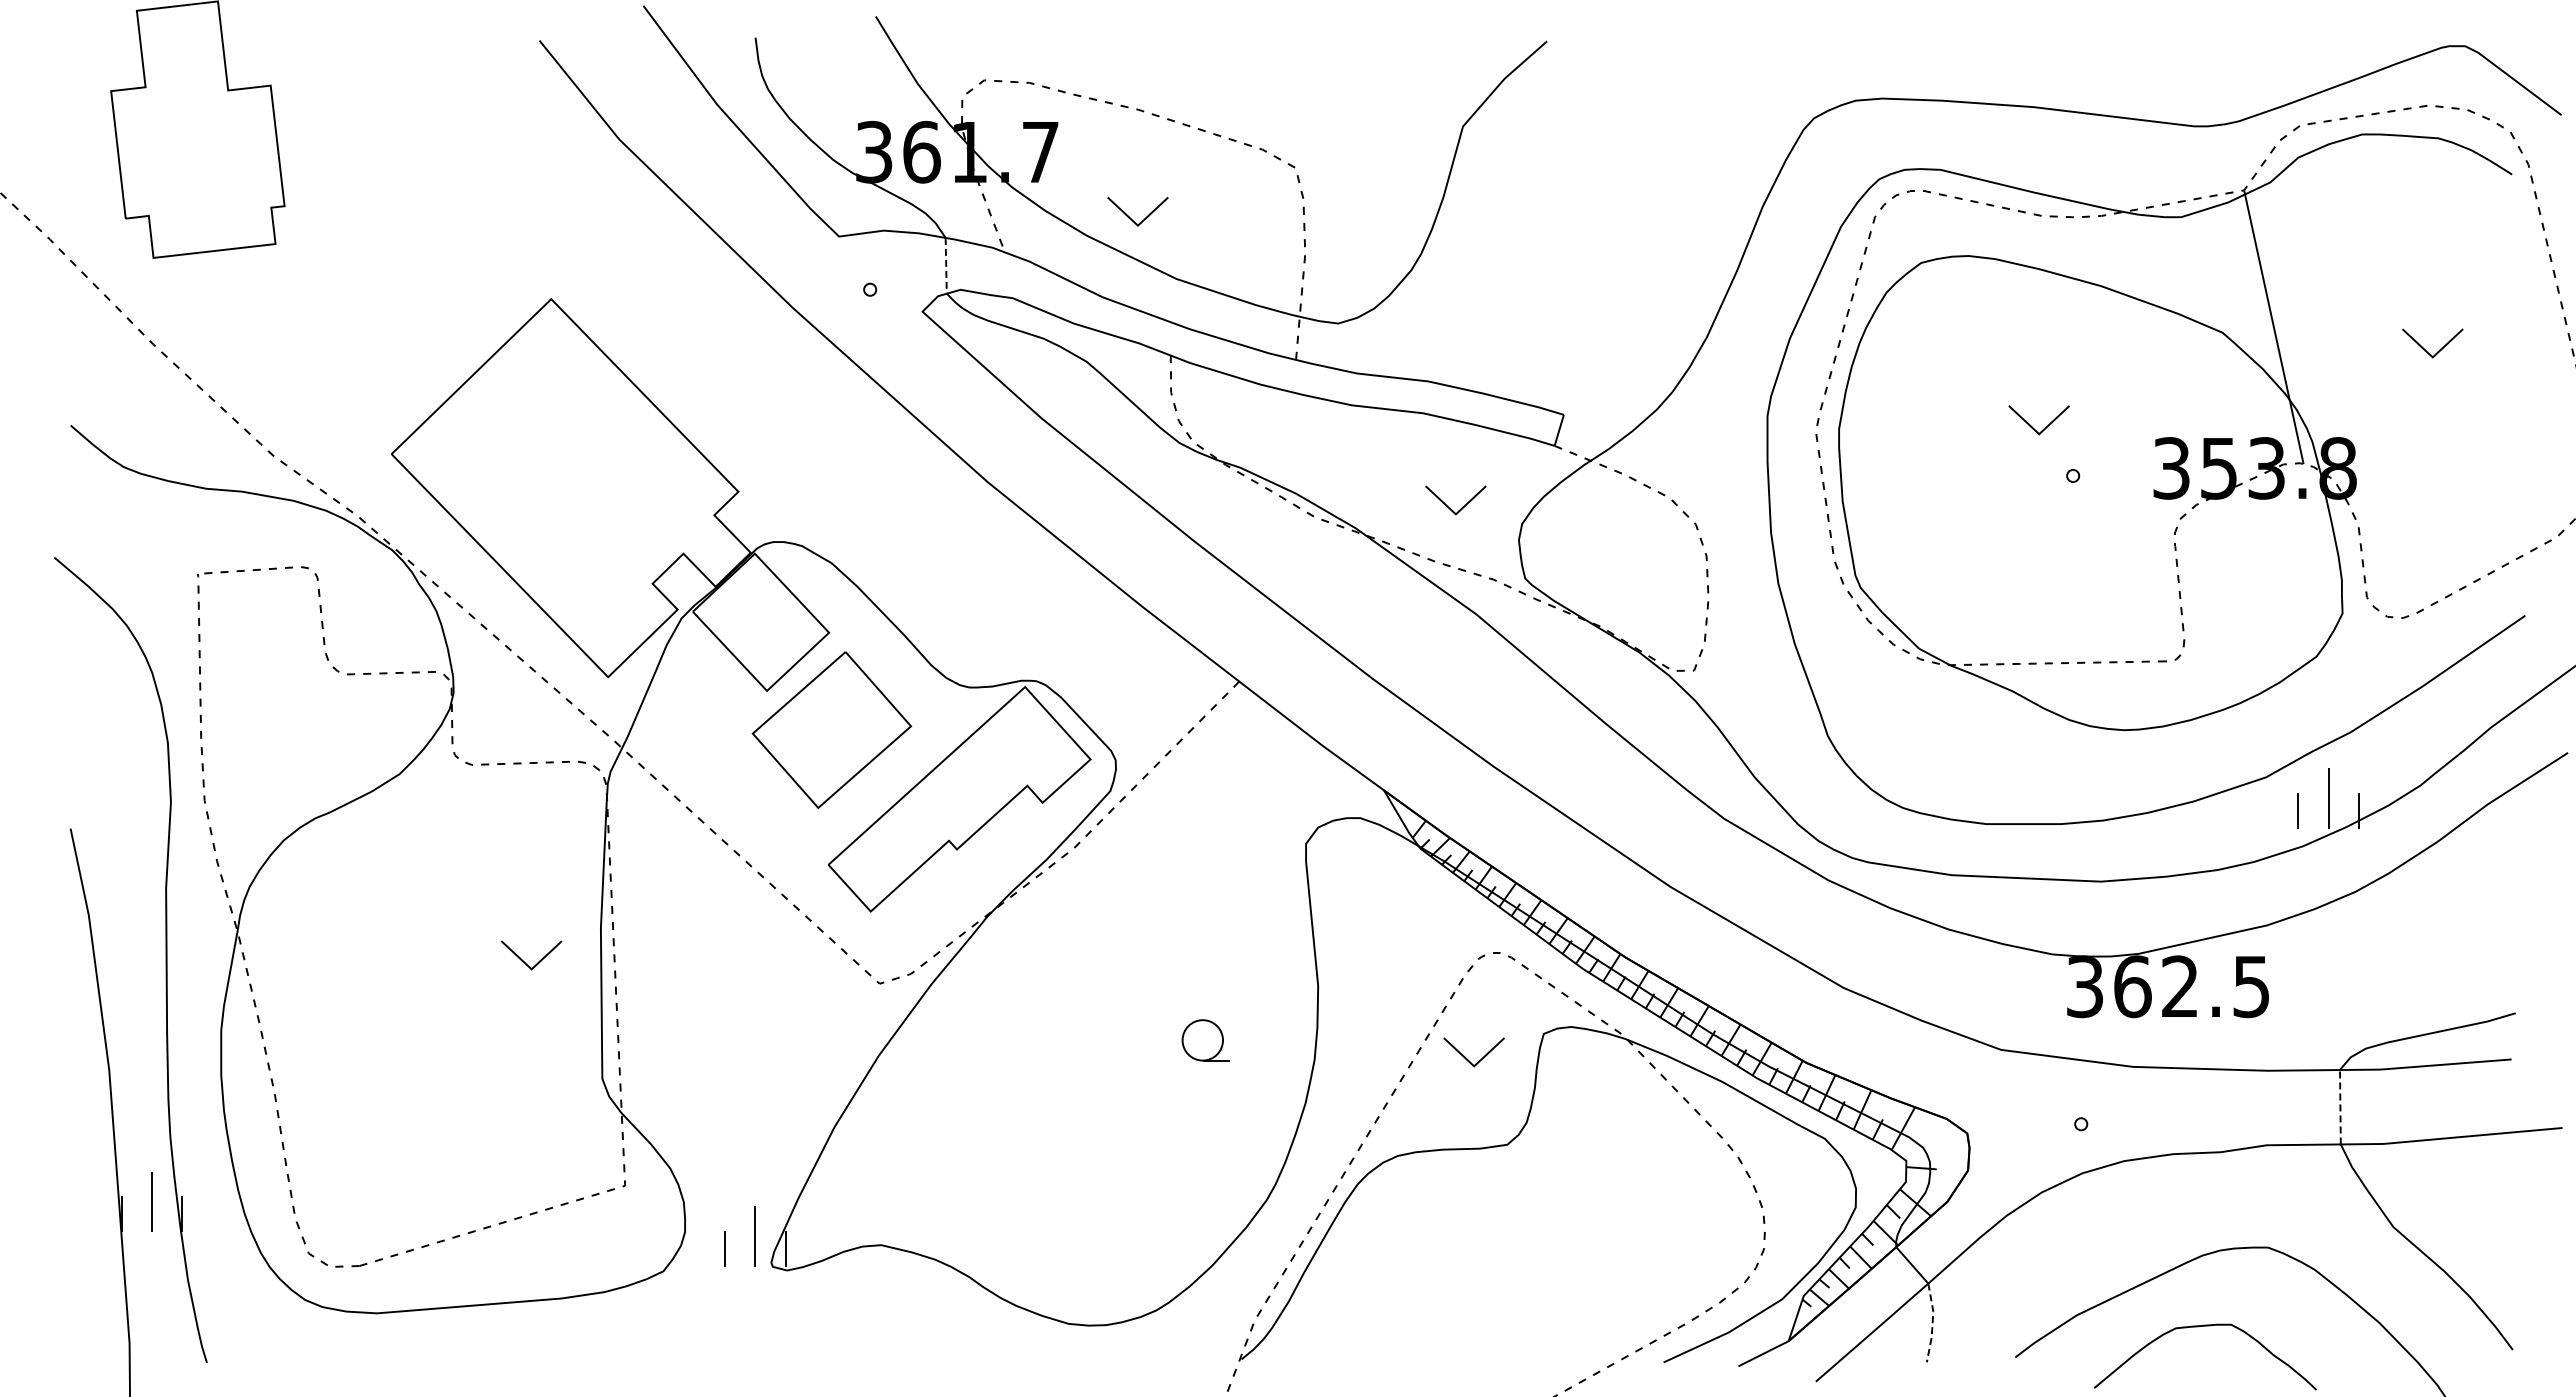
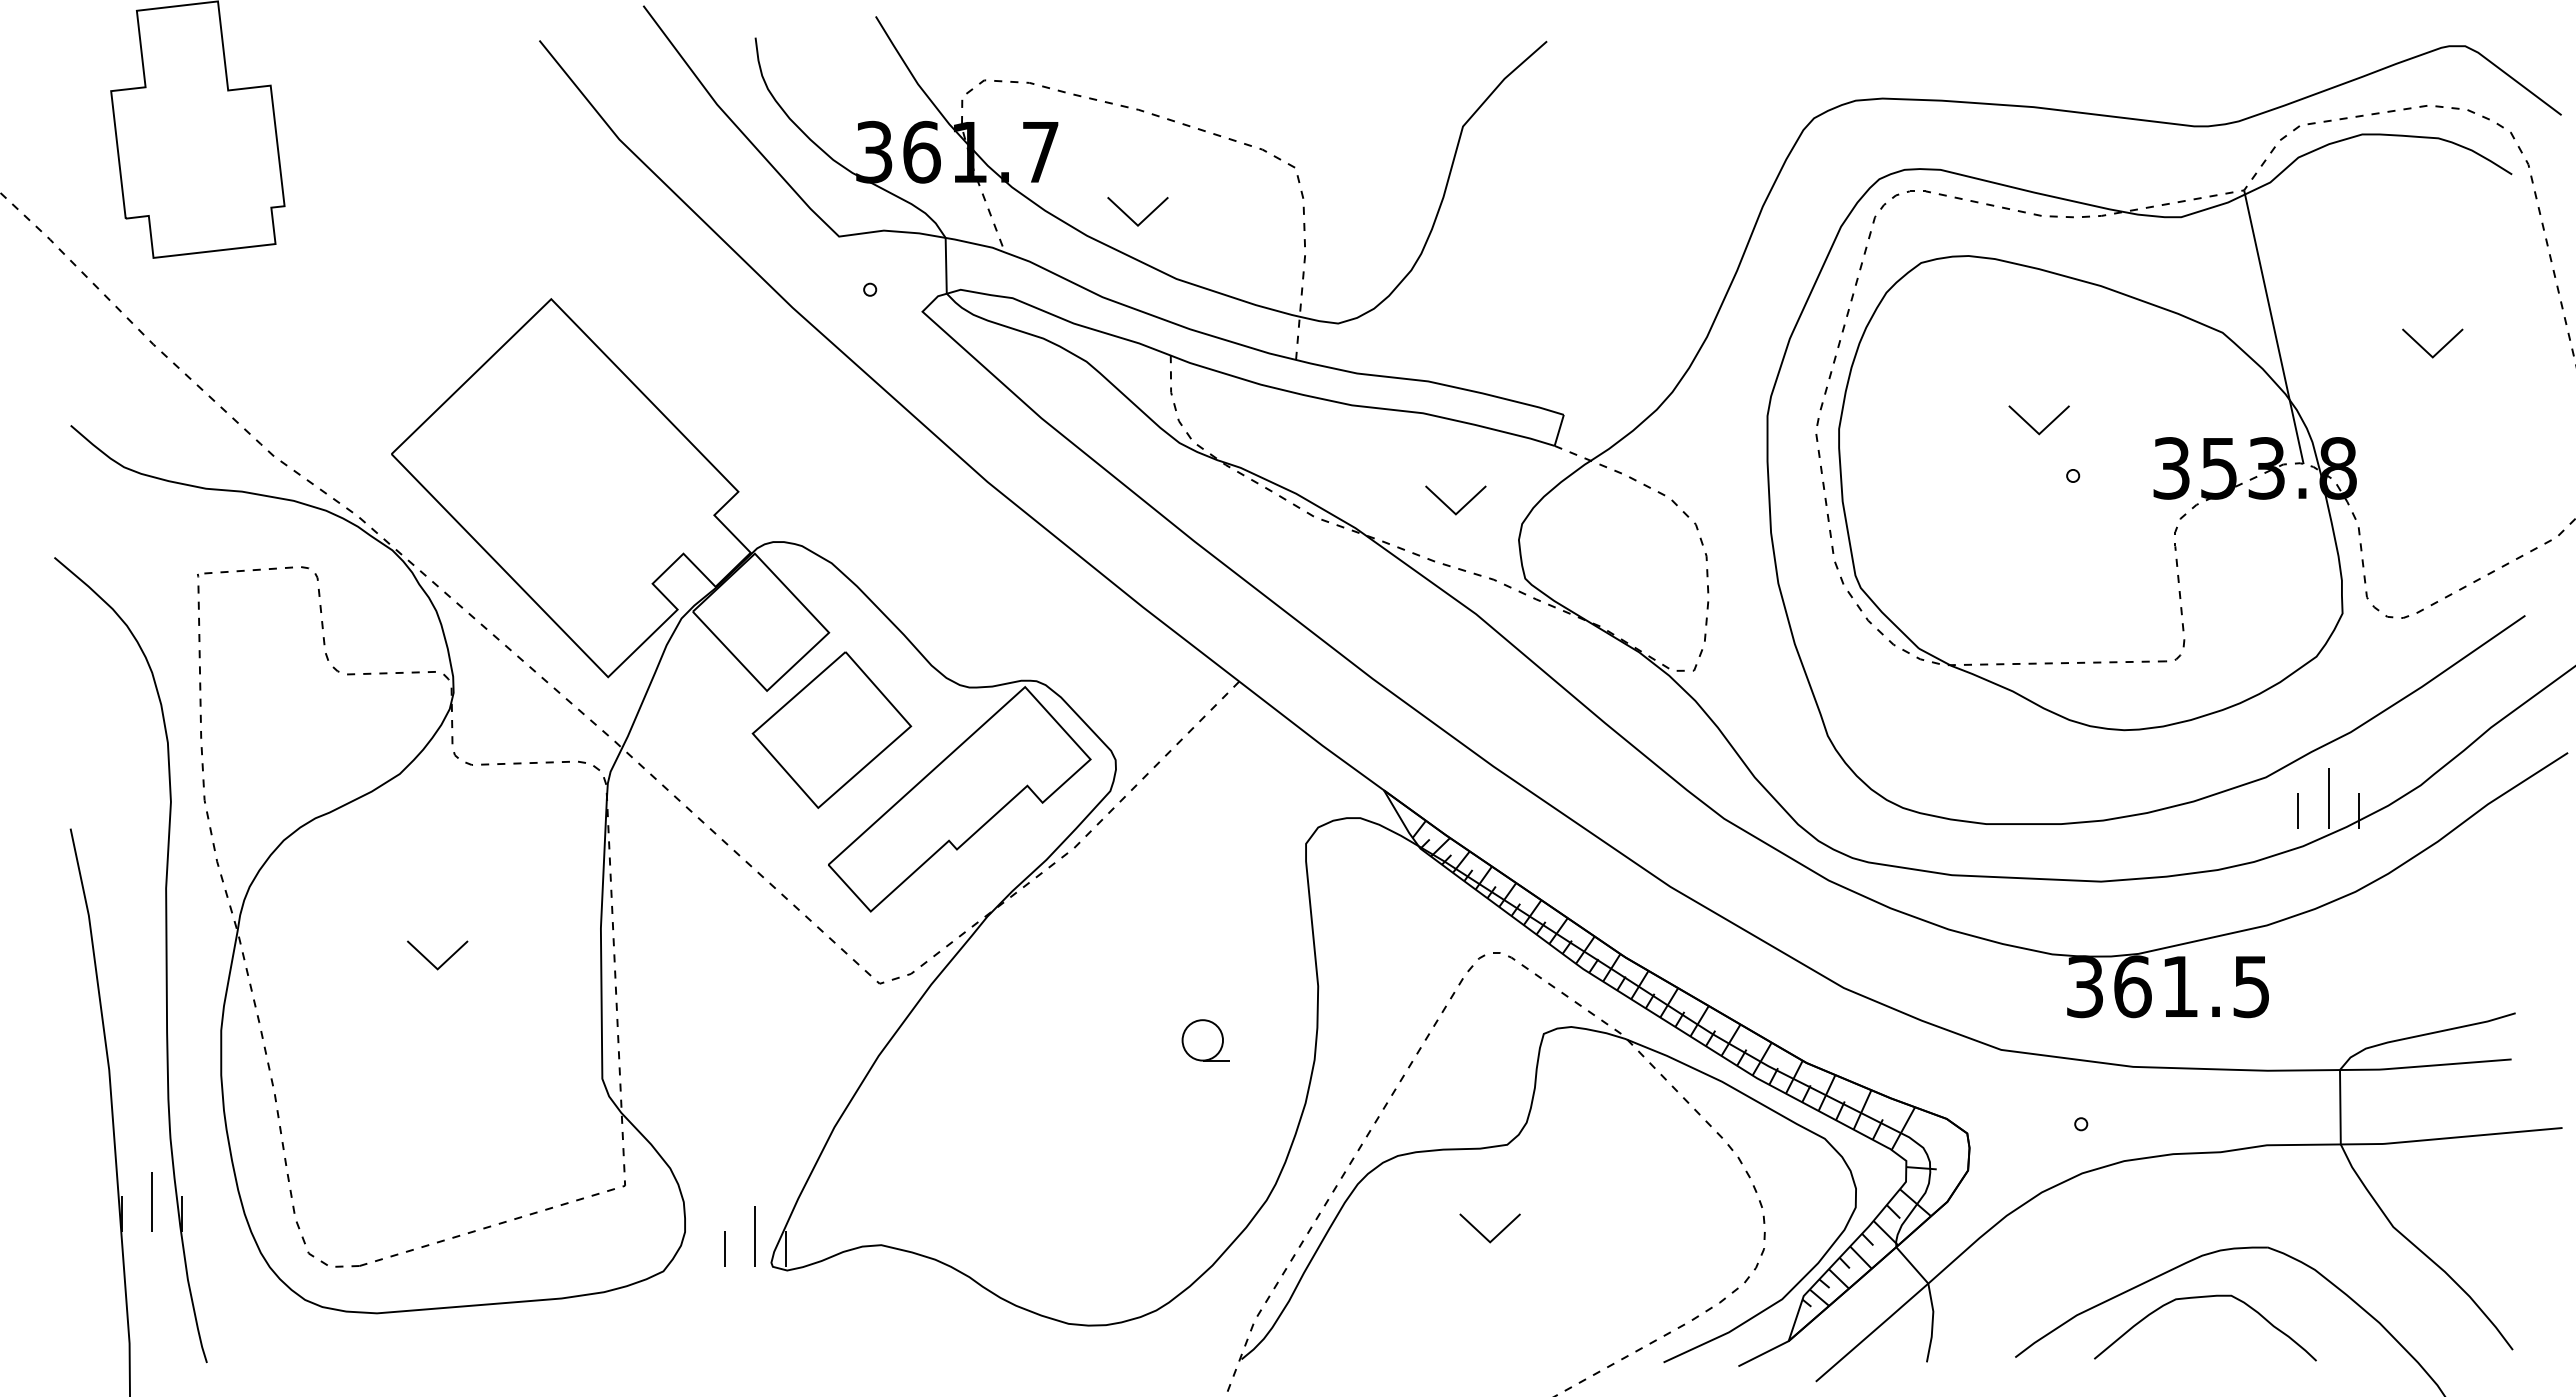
line at (946, 265): dashed -> solid
part at (524, 961) position: (524, 961) -> (430, 961)
text at (2179, 985): 362.5 -> 361.5
part at (1467, 1058) position: (1467, 1058) -> (1483, 1234)
line at (2340, 1106): dashed -> solid
line at (1932, 1323): dashed -> solid
curve at (2198, 1327) position: (2198, 1327) -> (2198, 1298)
